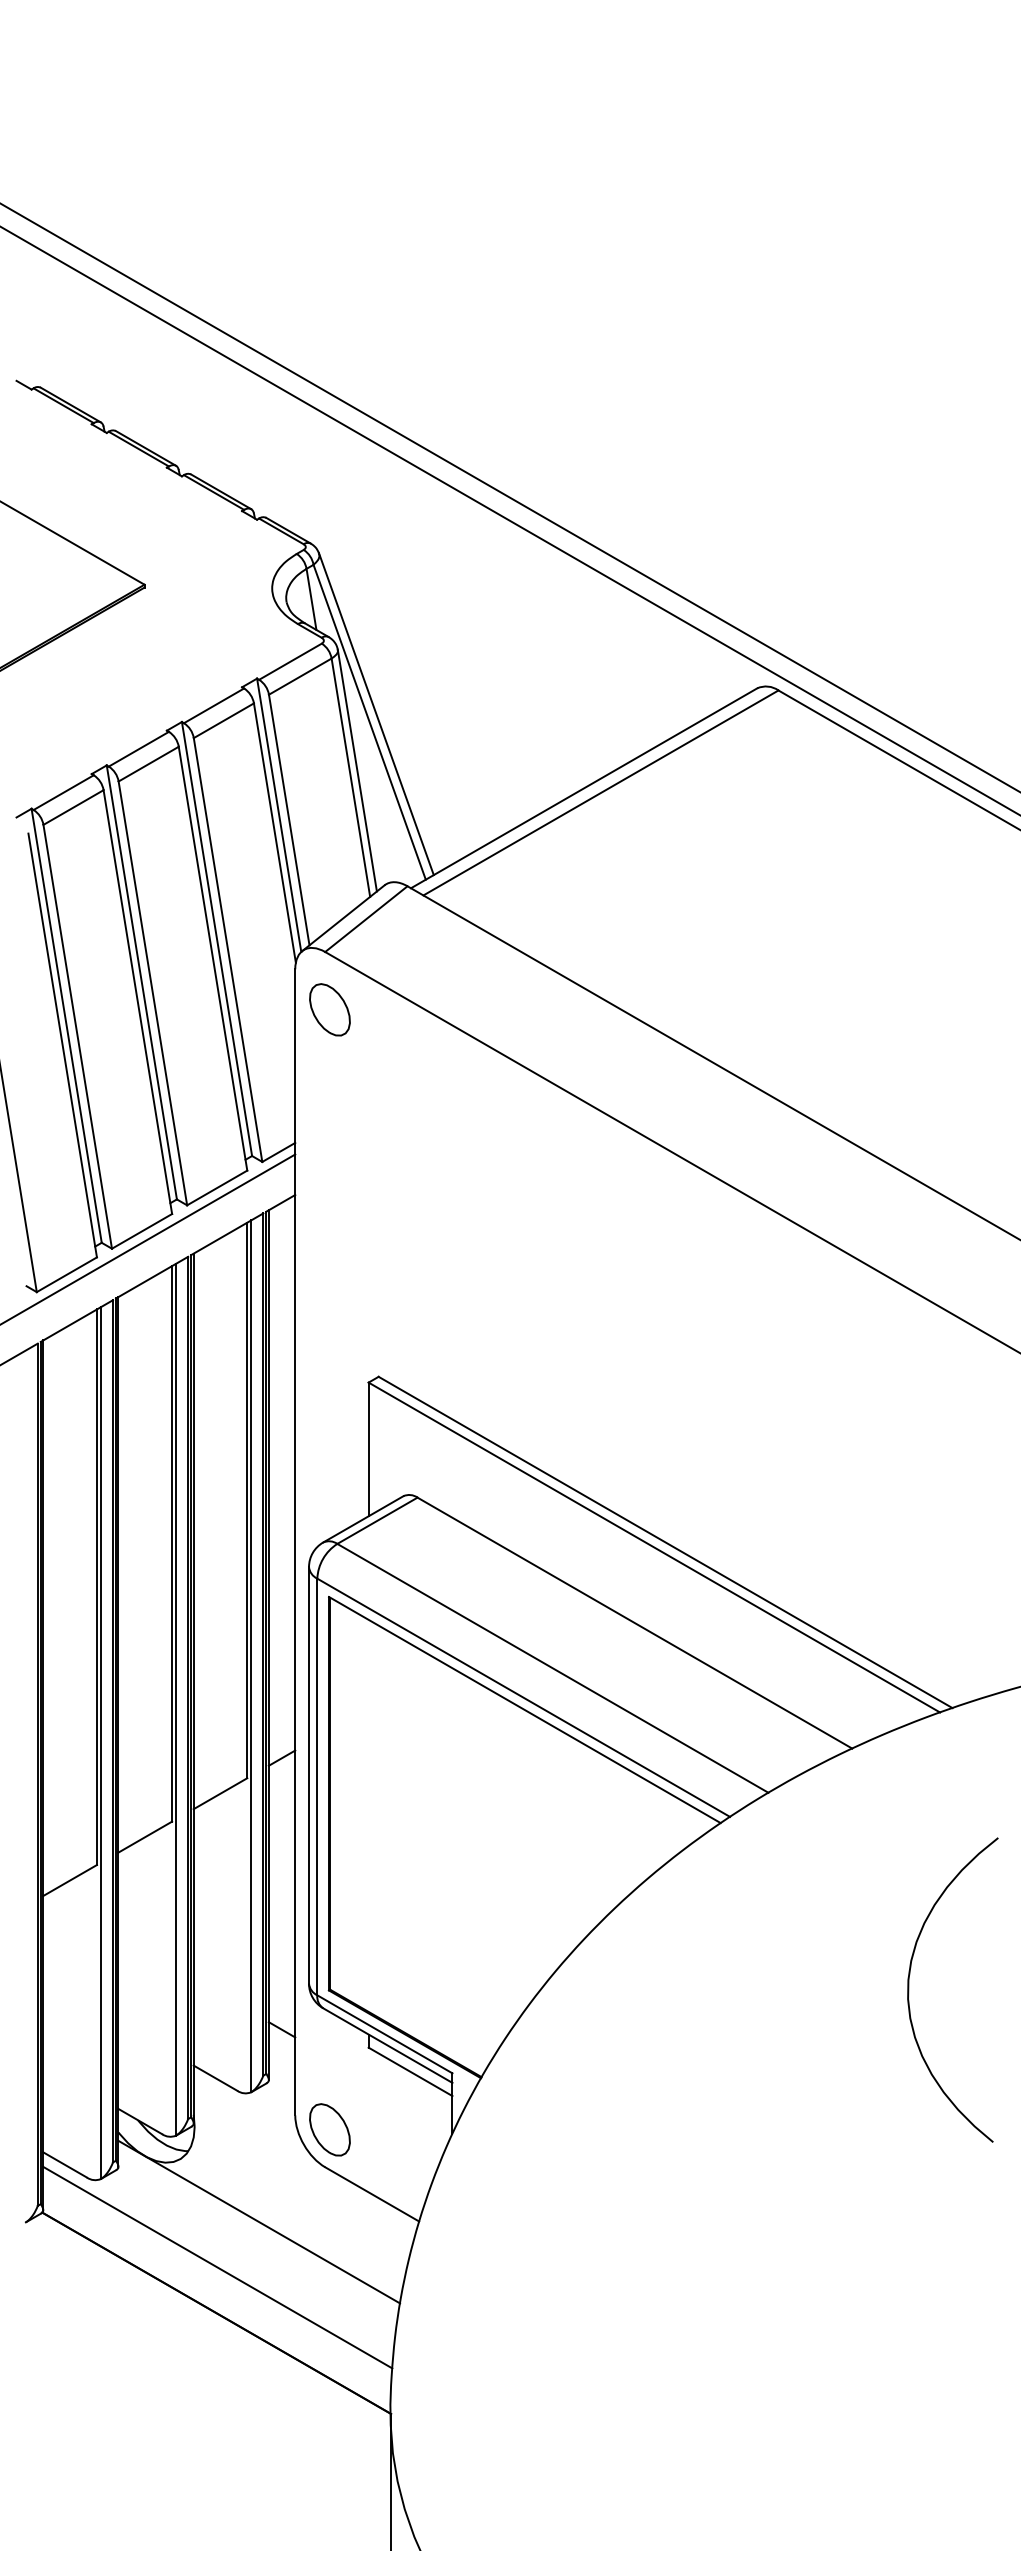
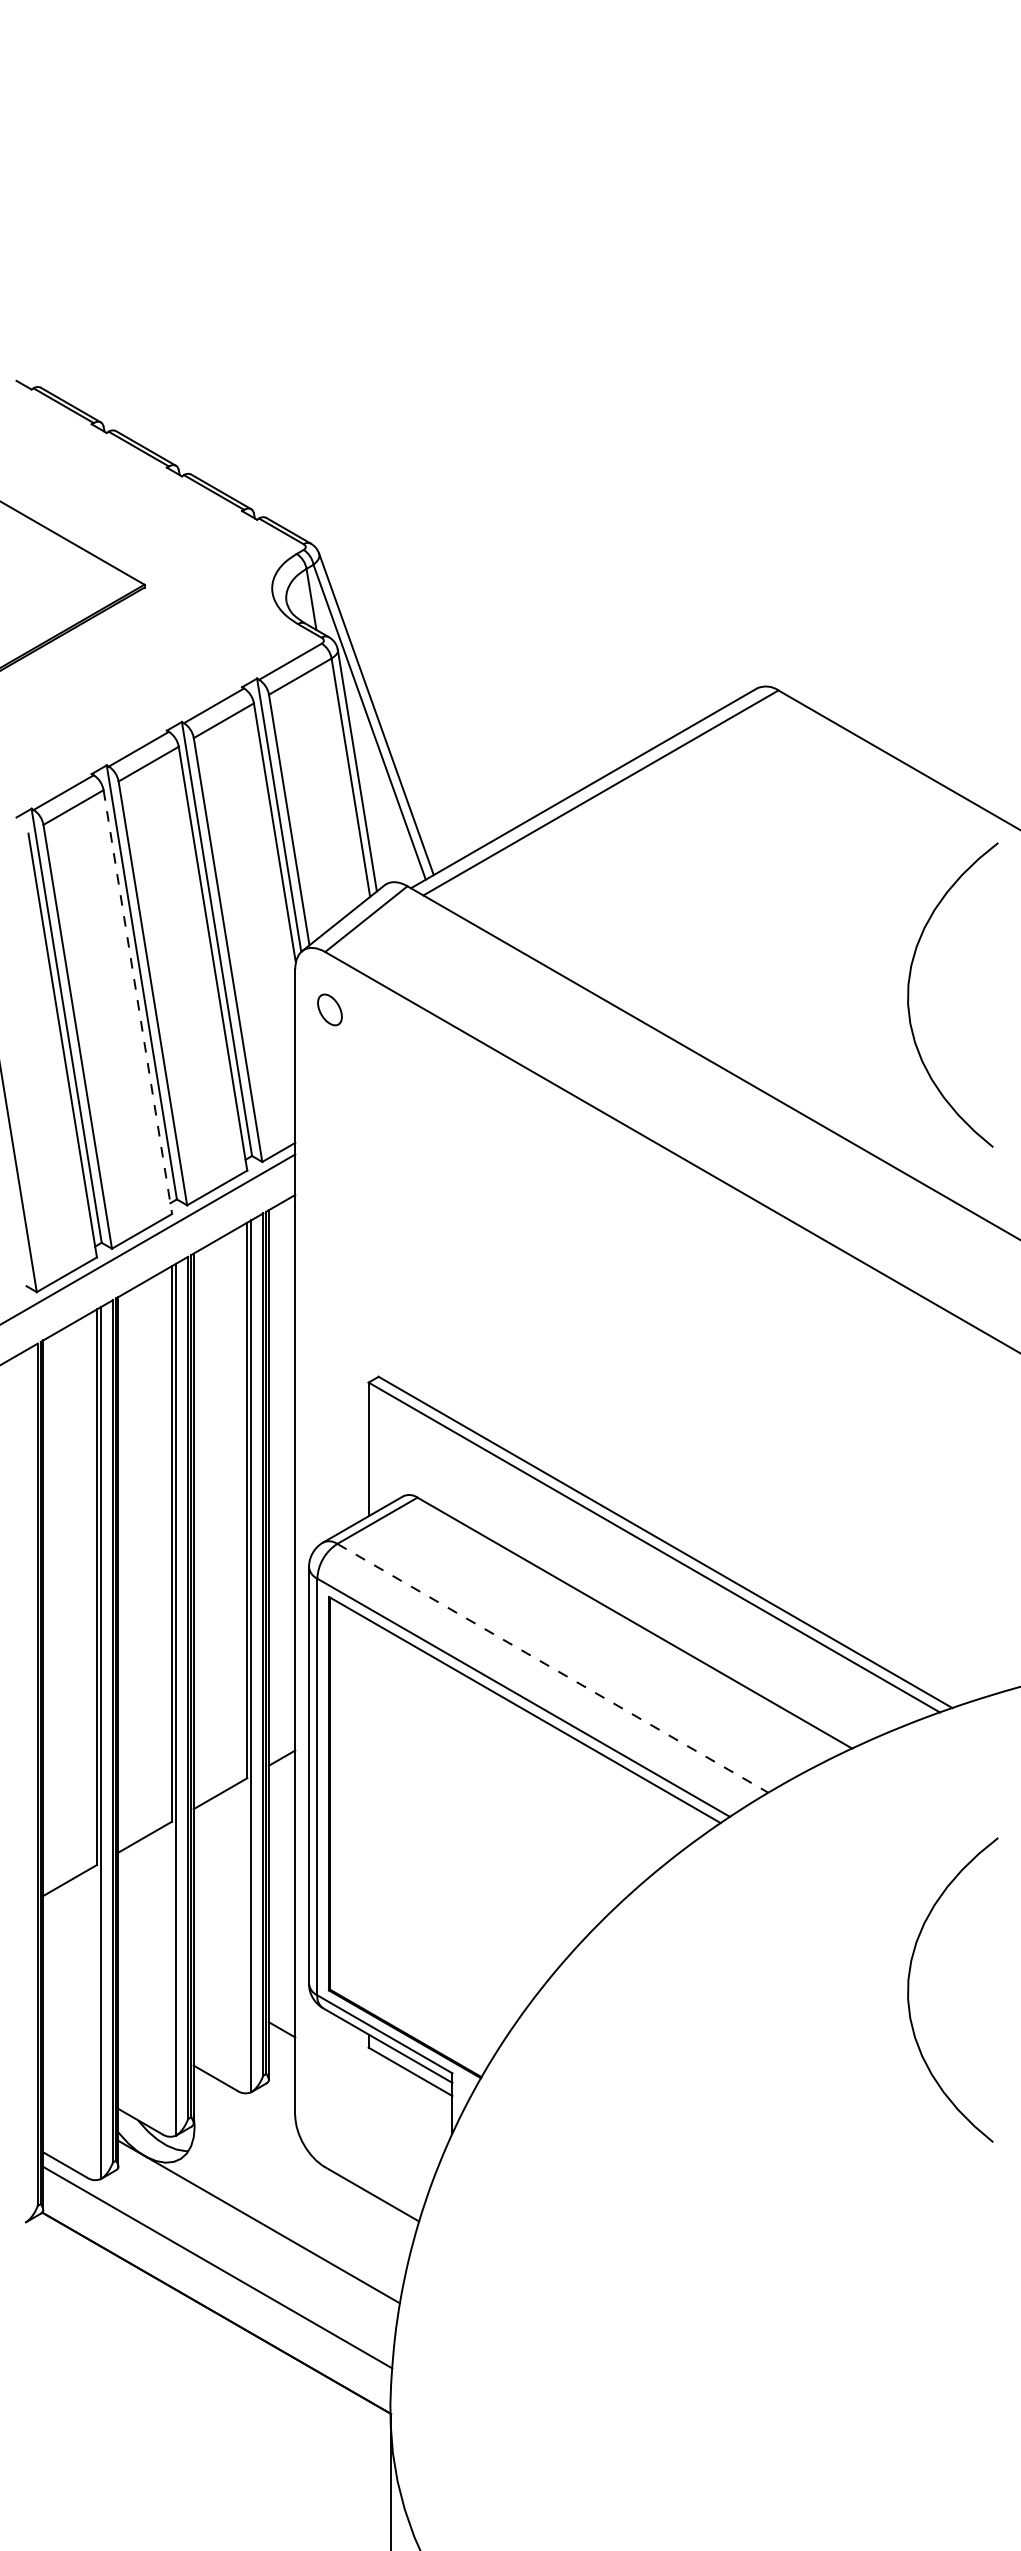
line at (509, 497): present -> none
line at (509, 520): present -> none
curve at (909, 994): none -> present
line at (137, 1002): solid -> dashed
part at (329, 1009) size: 42x54 px -> 26x34 px
line at (552, 1668): solid -> dashed
part at (329, 2129): present -> none
